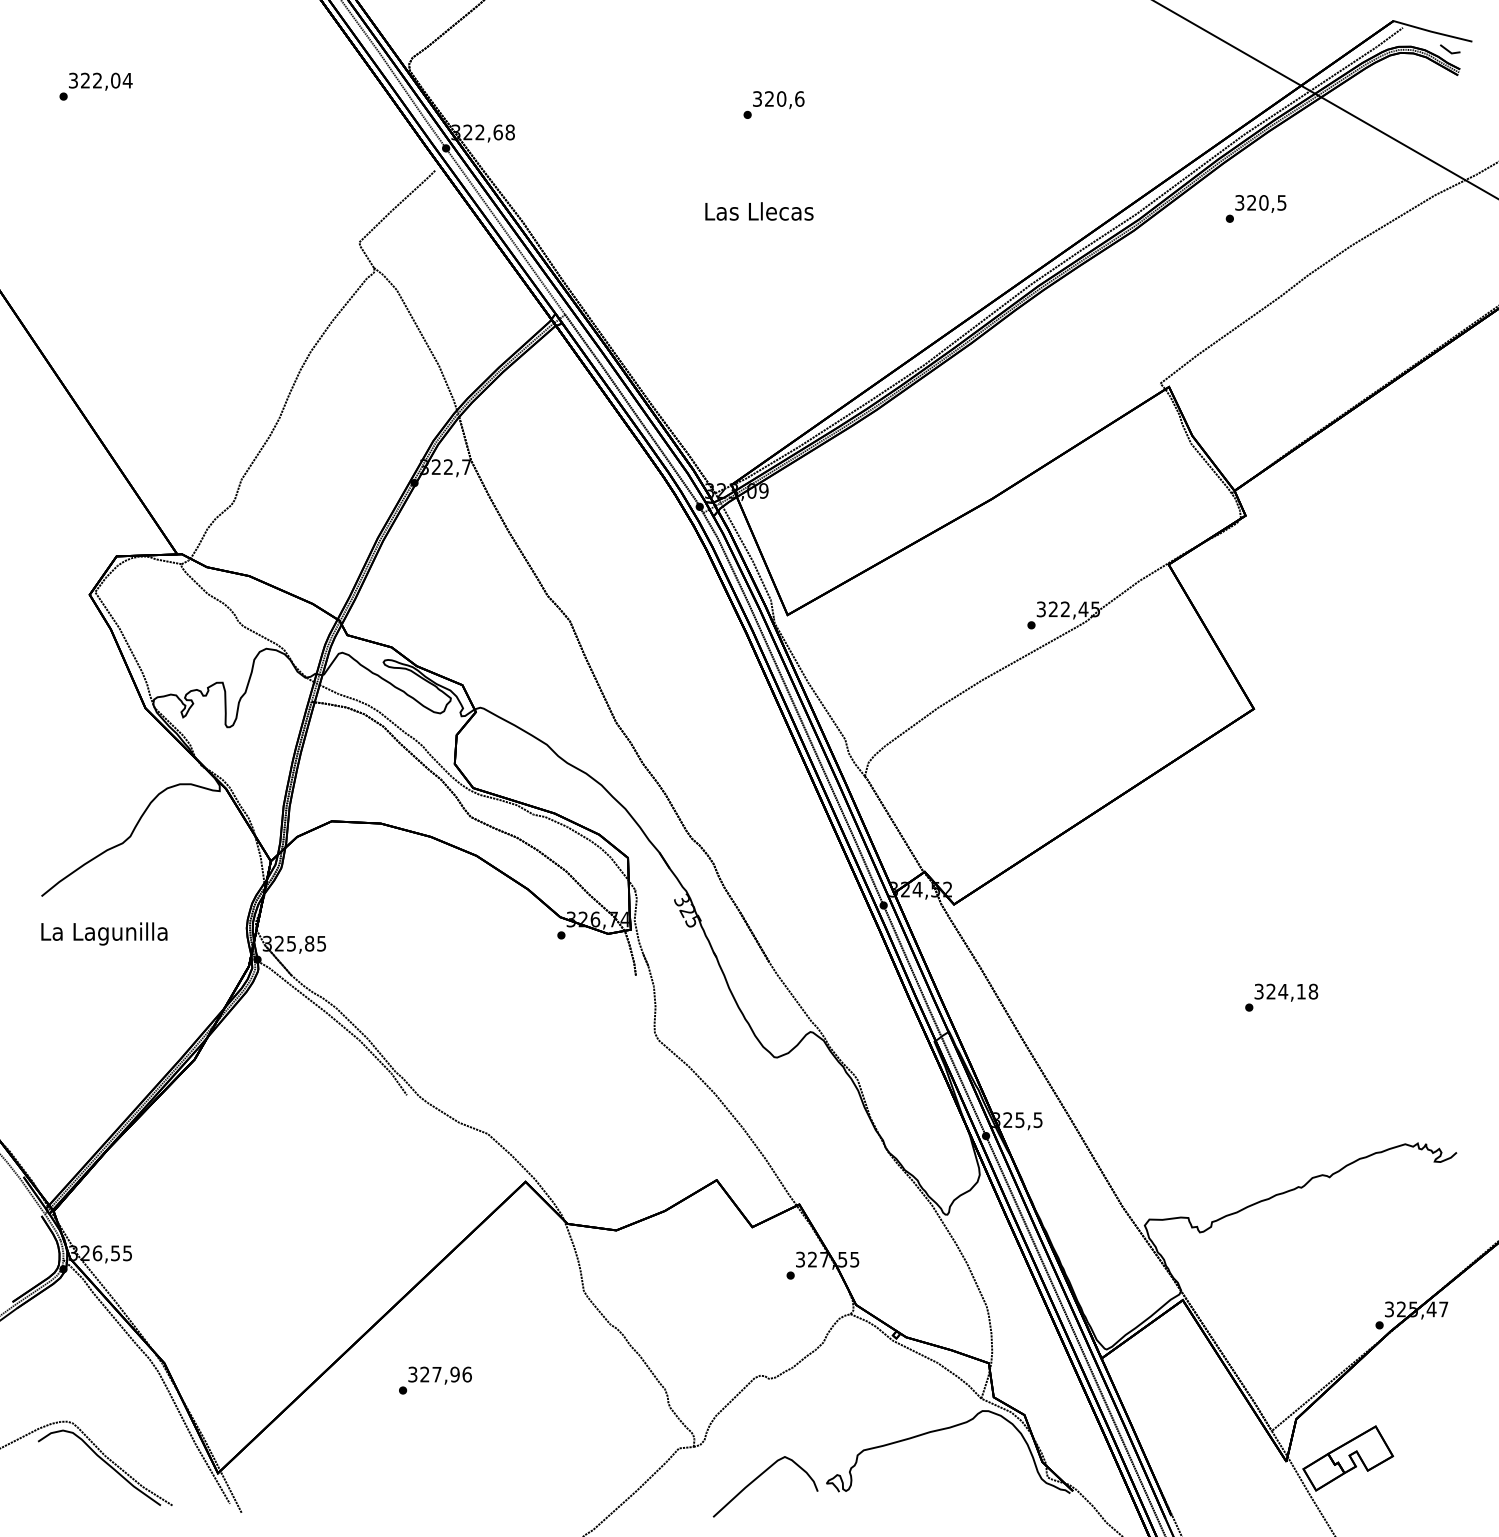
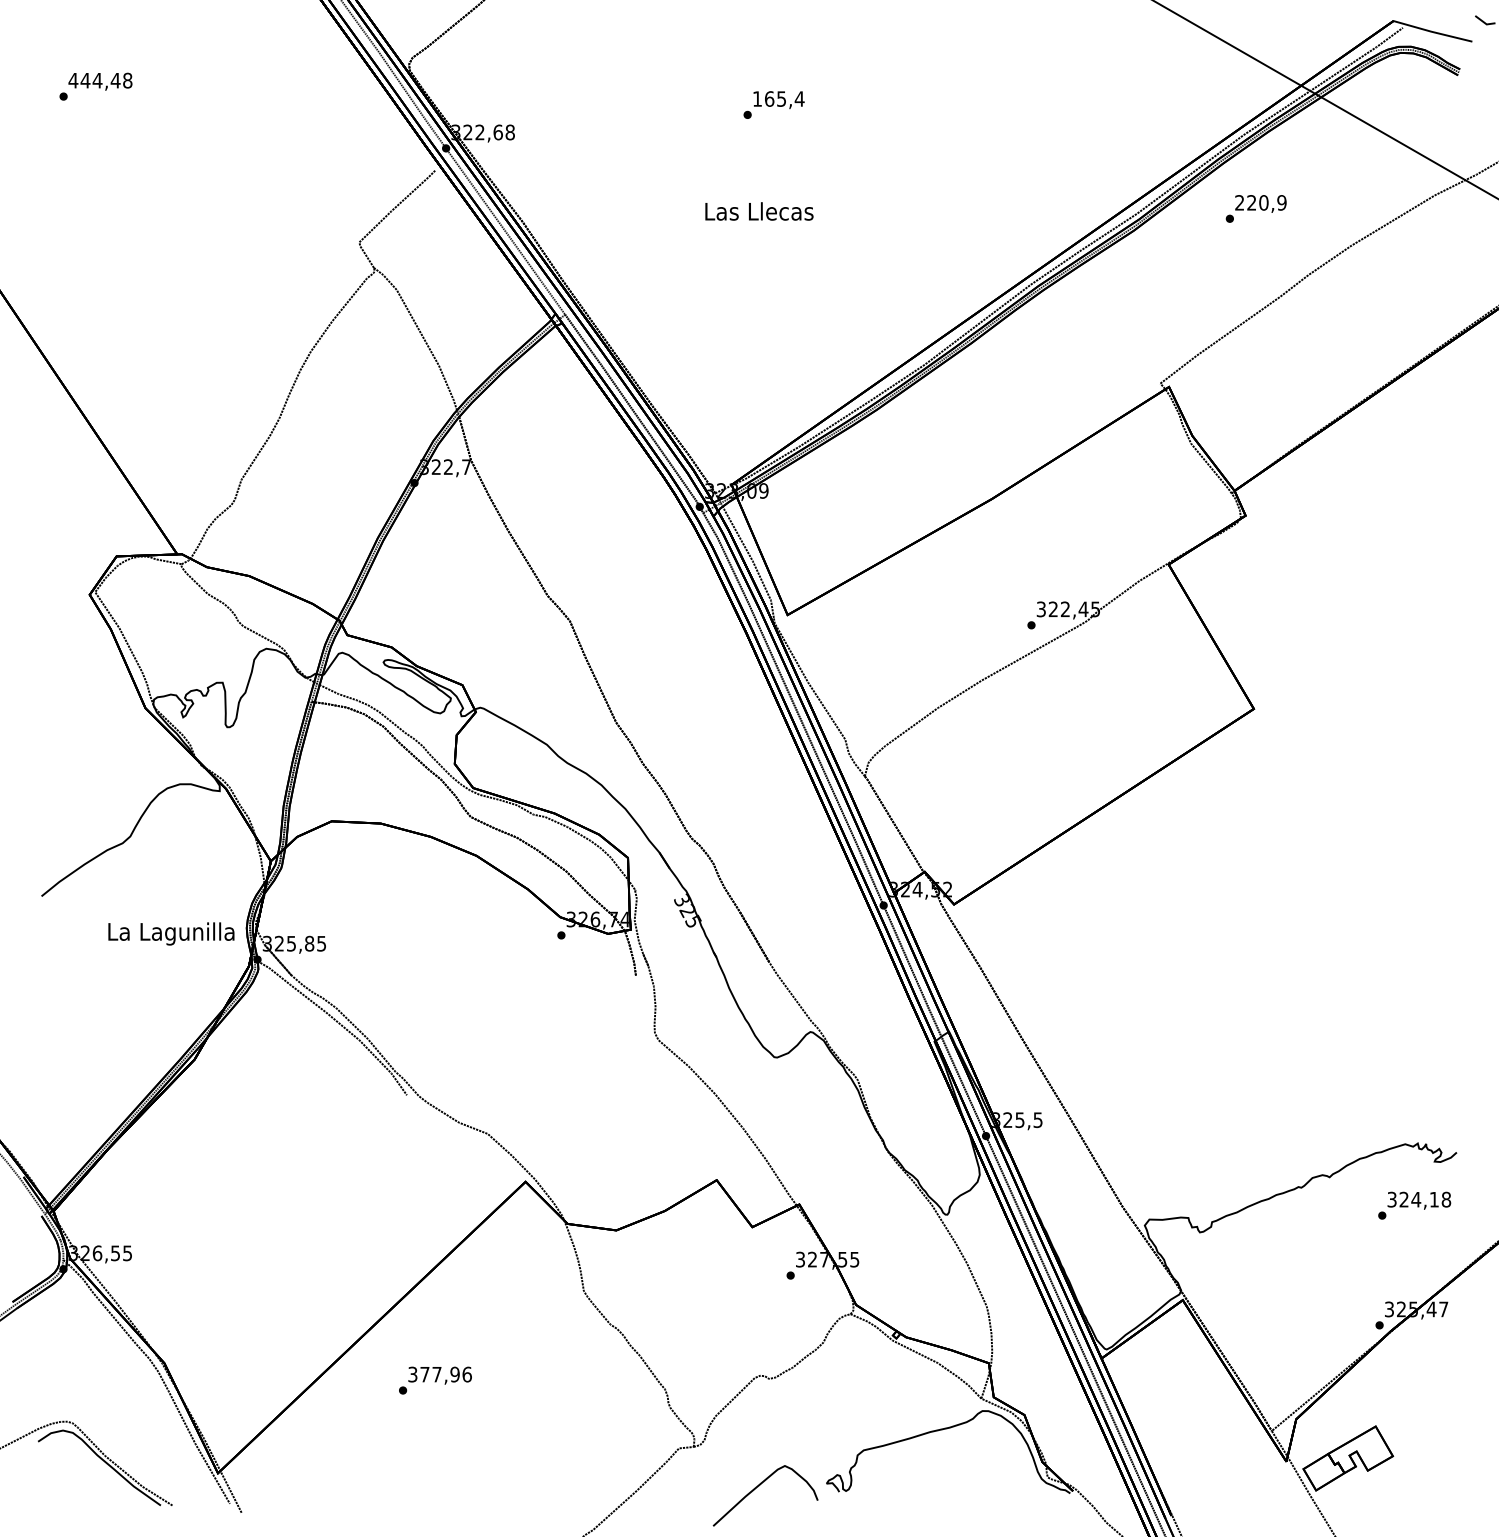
part at (1450, 49) position: (1450, 49) -> (1485, 20)
text at (100, 80): 322,04 -> 444,48
text at (778, 98): 320,6 -> 165,4
text at (1260, 202): 320,5 -> 220,9
text at (104, 933) position: (104, 933) -> (171, 933)
text at (1281, 997) position: (1281, 997) -> (1414, 1205)
text at (424, 1374): 327,96 -> 377,96
curve at (759, 1477) position: (759, 1477) -> (759, 1486)
